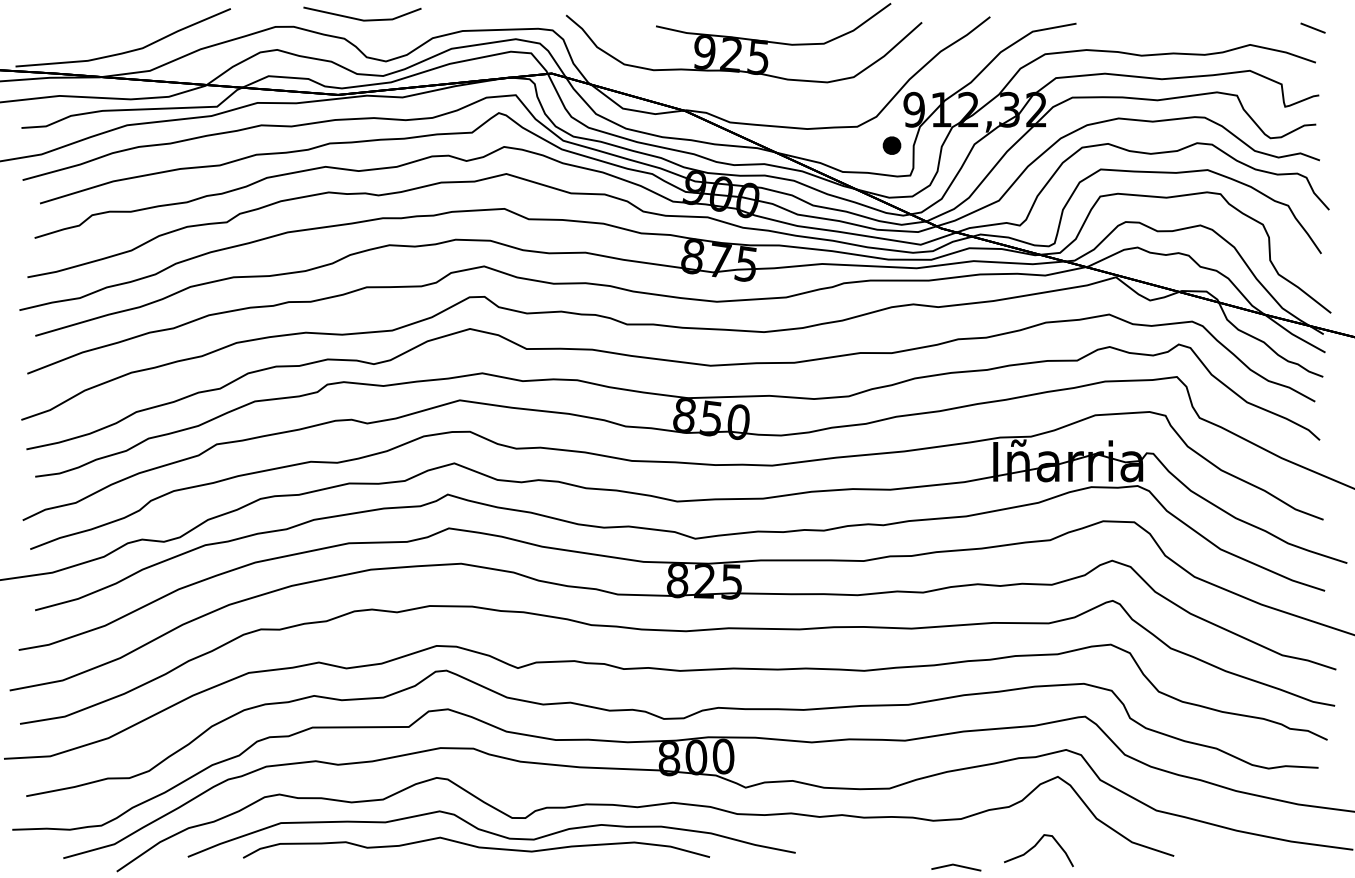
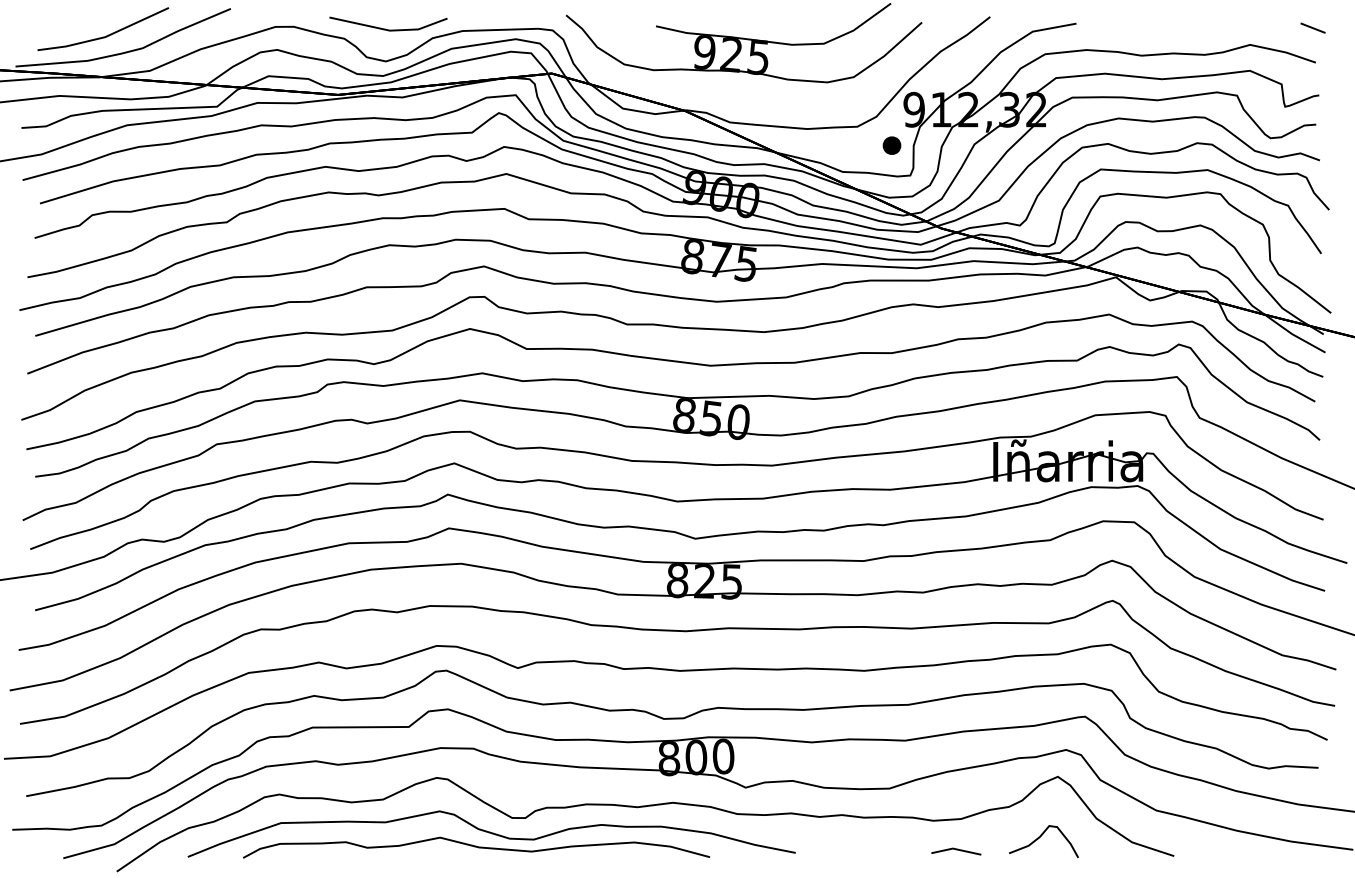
line at (359, 18) position: (359, 18) -> (385, 28)
line at (106, 35): none -> present
curve at (1035, 846) position: (1035, 846) -> (1040, 837)
line at (956, 866) position: (956, 866) -> (956, 850)
